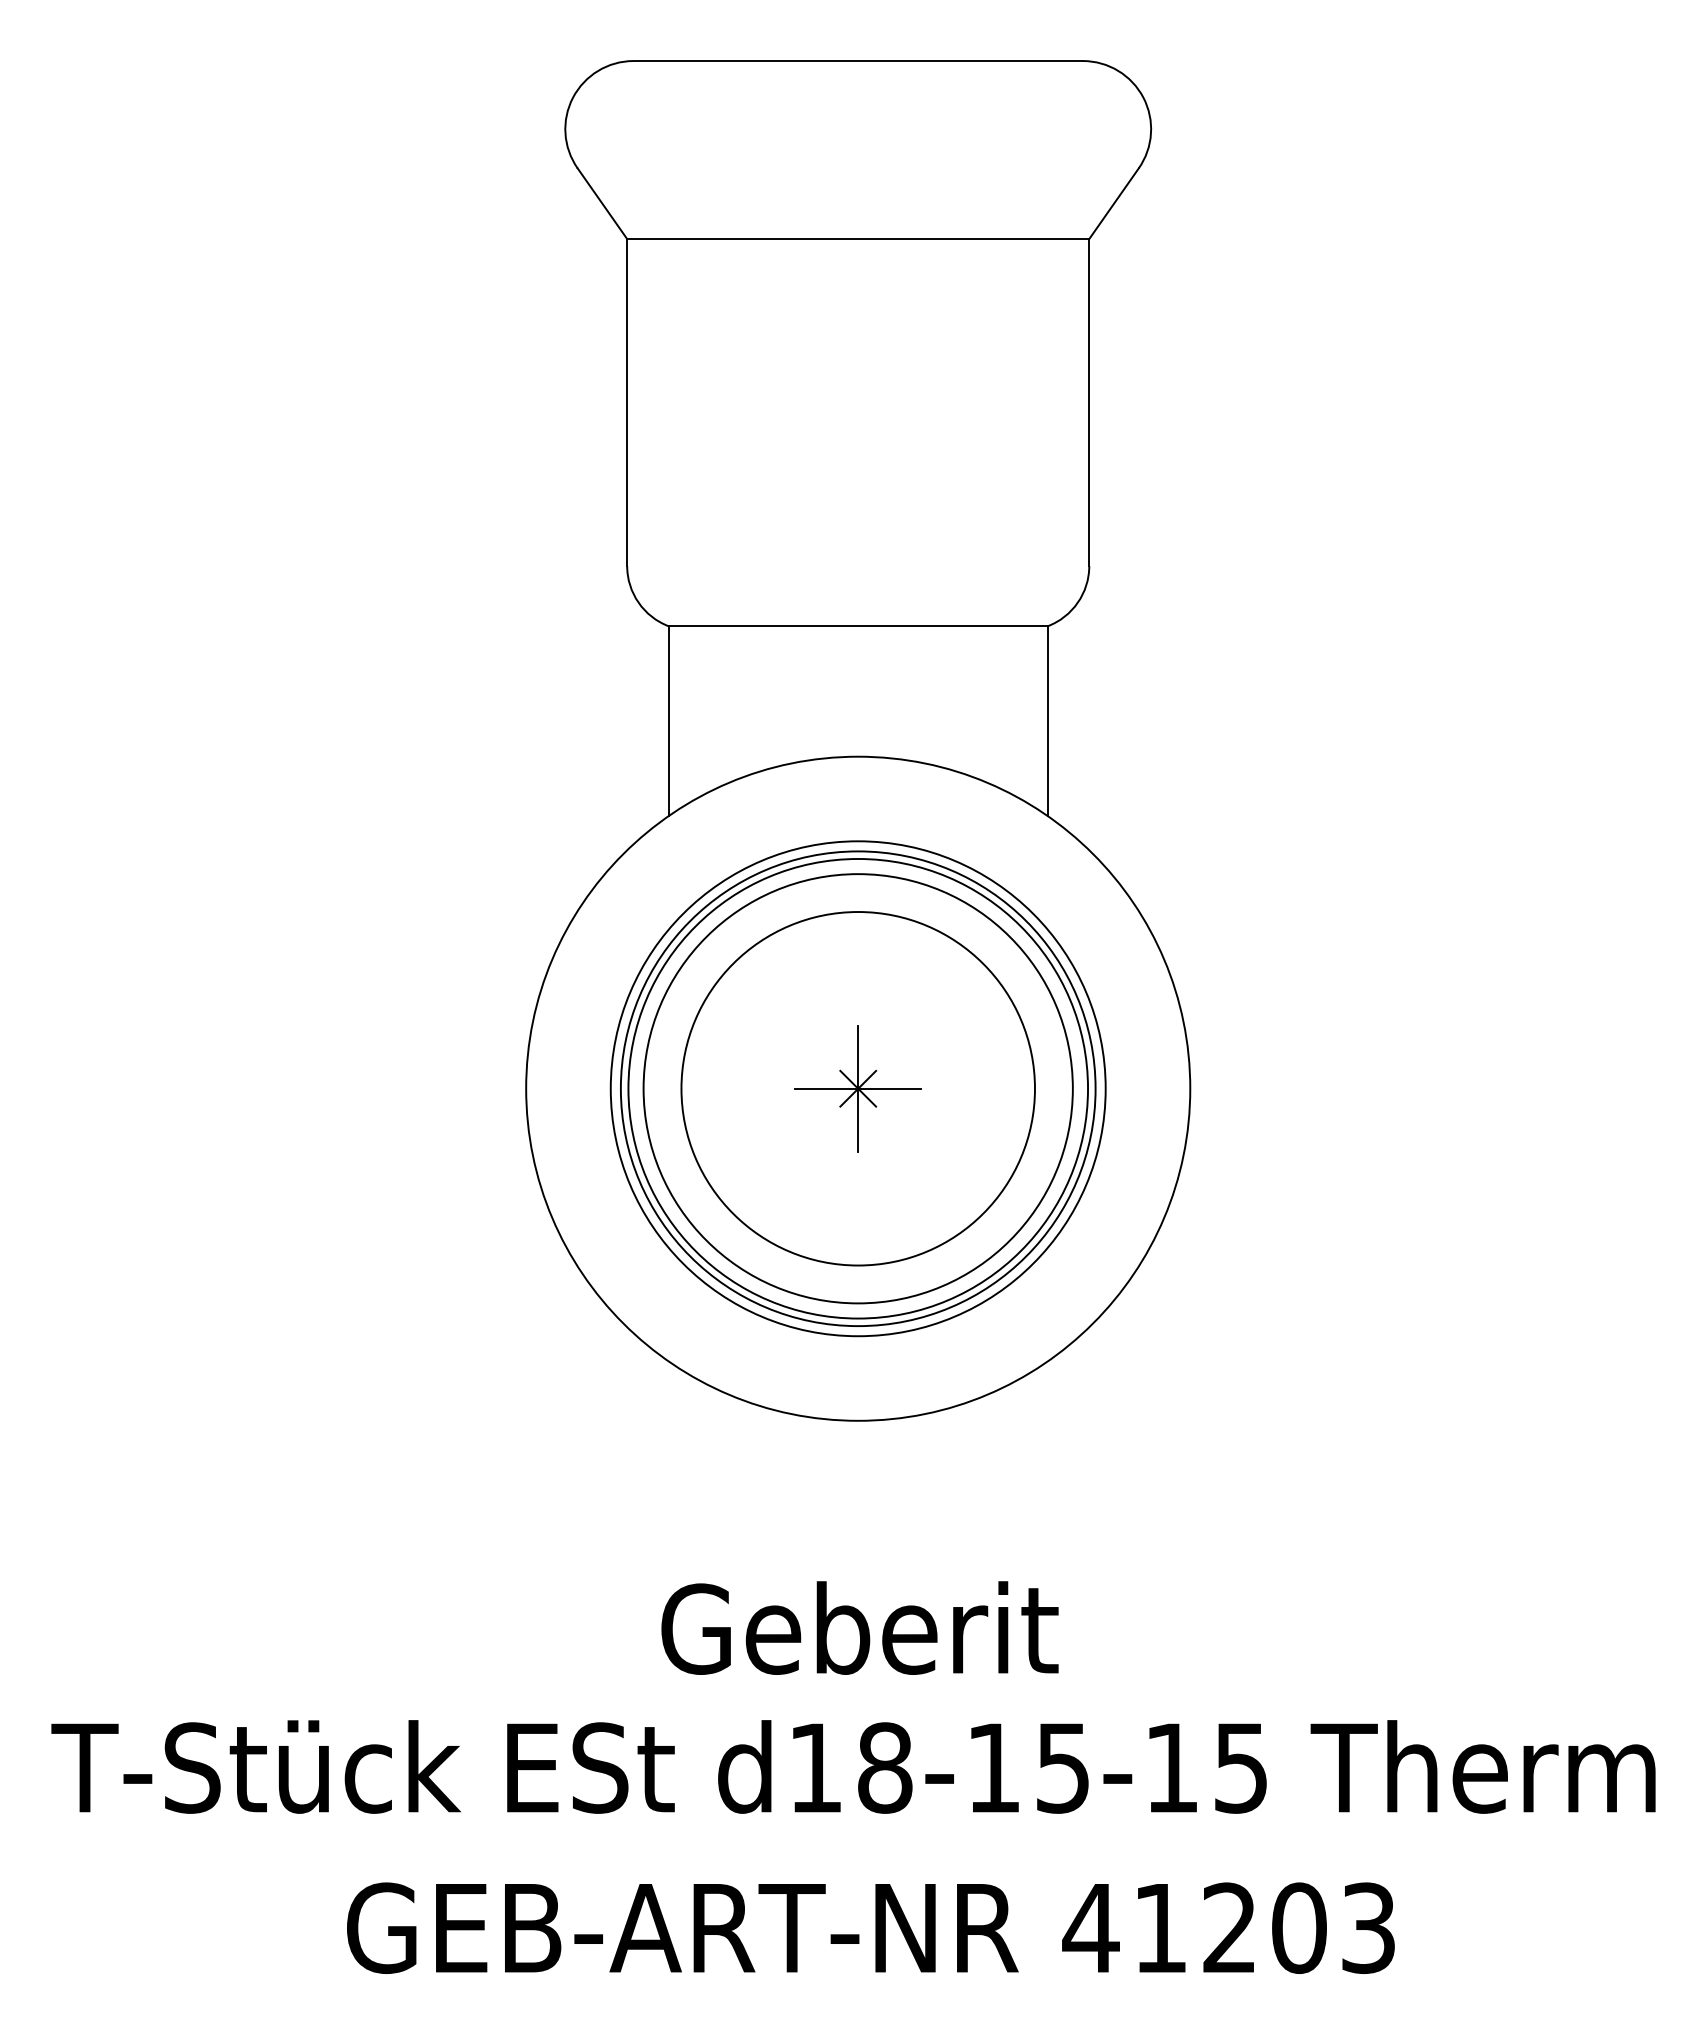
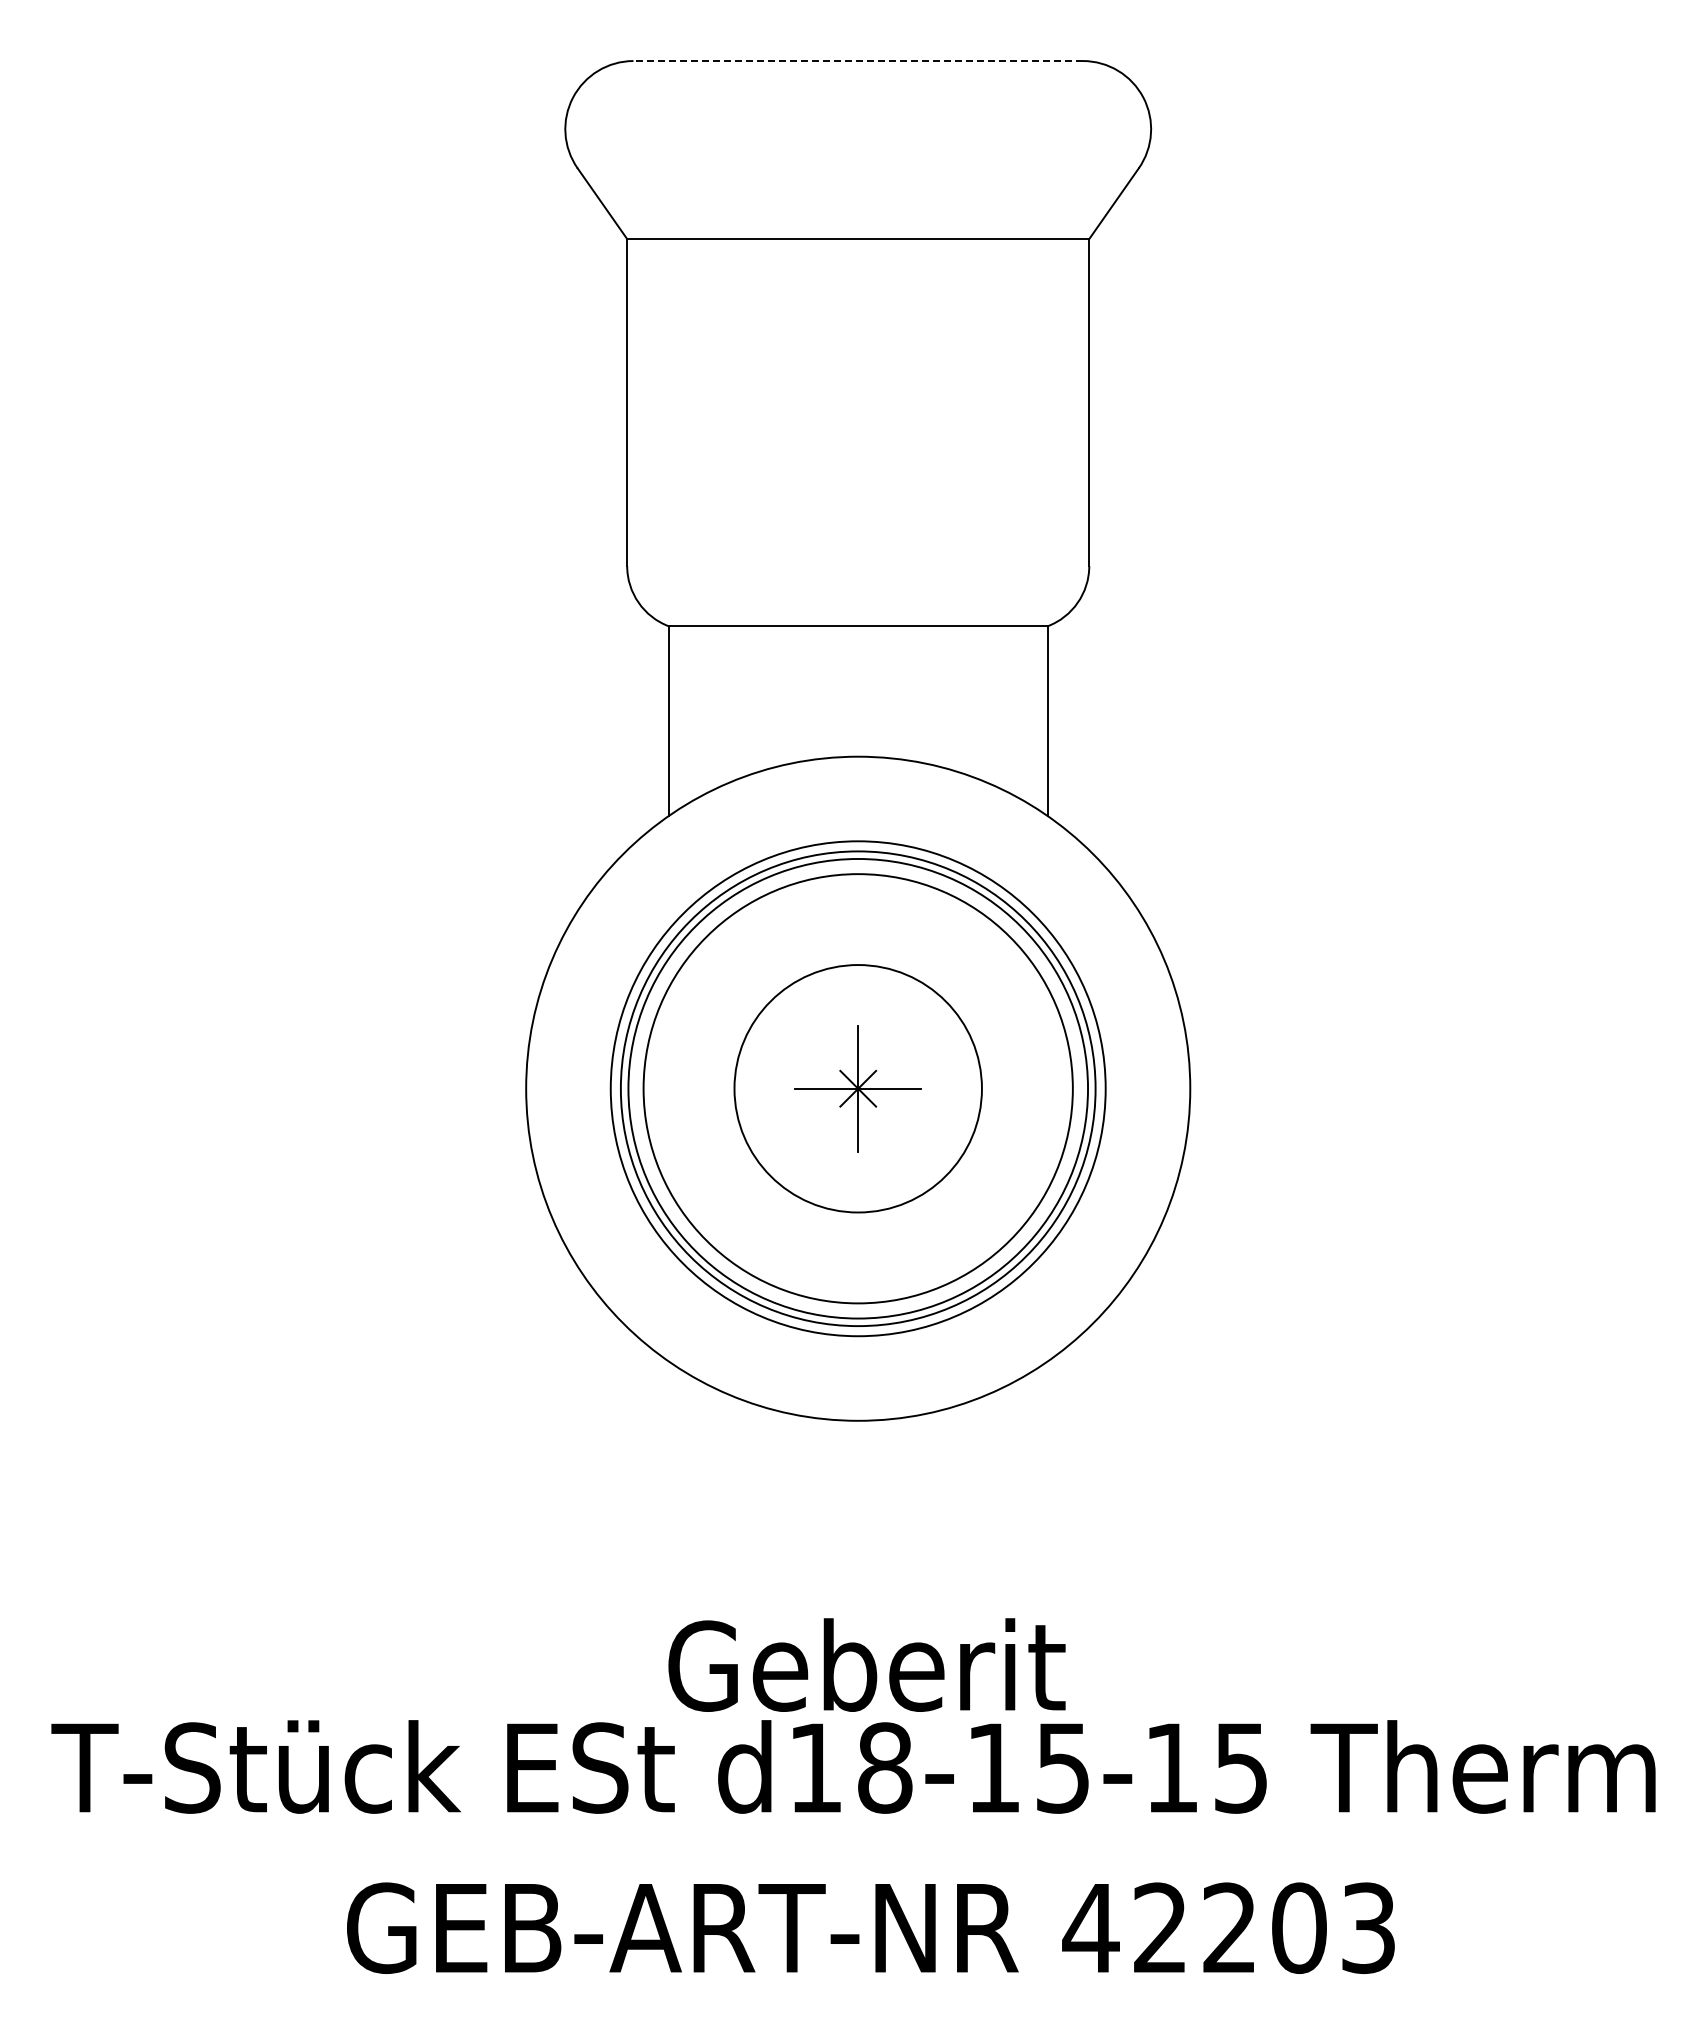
line at (858, 61): solid -> dashed
circle at (857, 1088) diameter: 354 px -> 247 px
text at (859, 1627) position: (859, 1627) -> (866, 1664)
text at (1159, 1927): 41203 -> 42203
